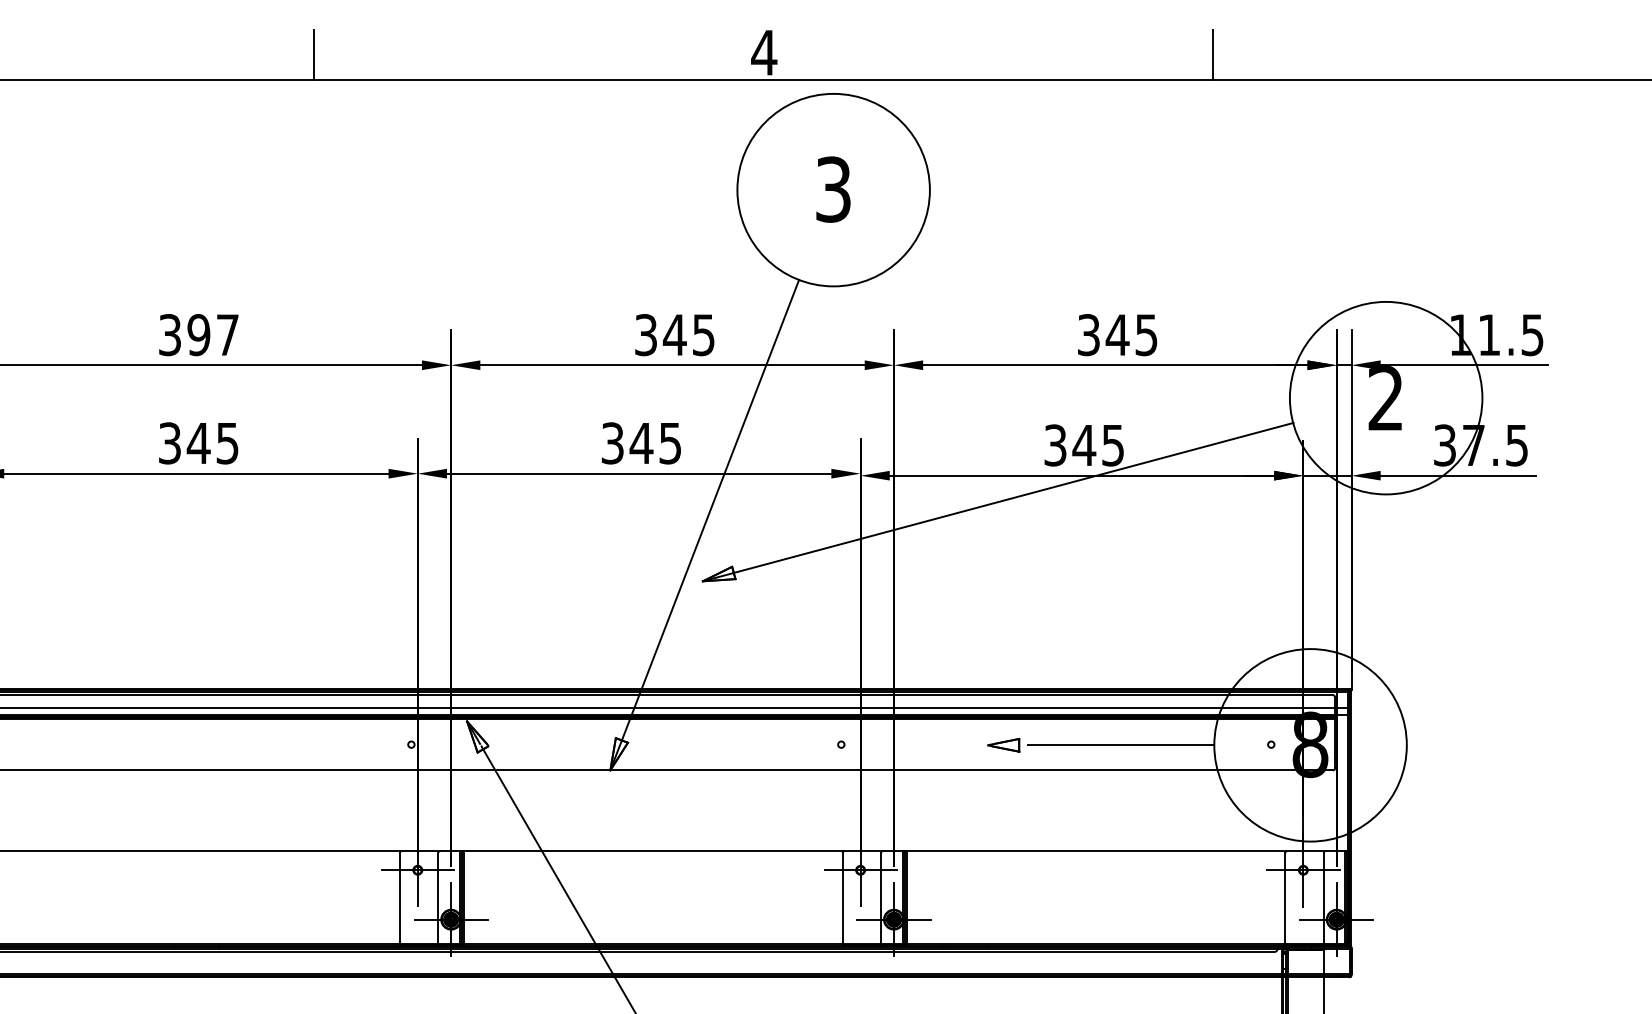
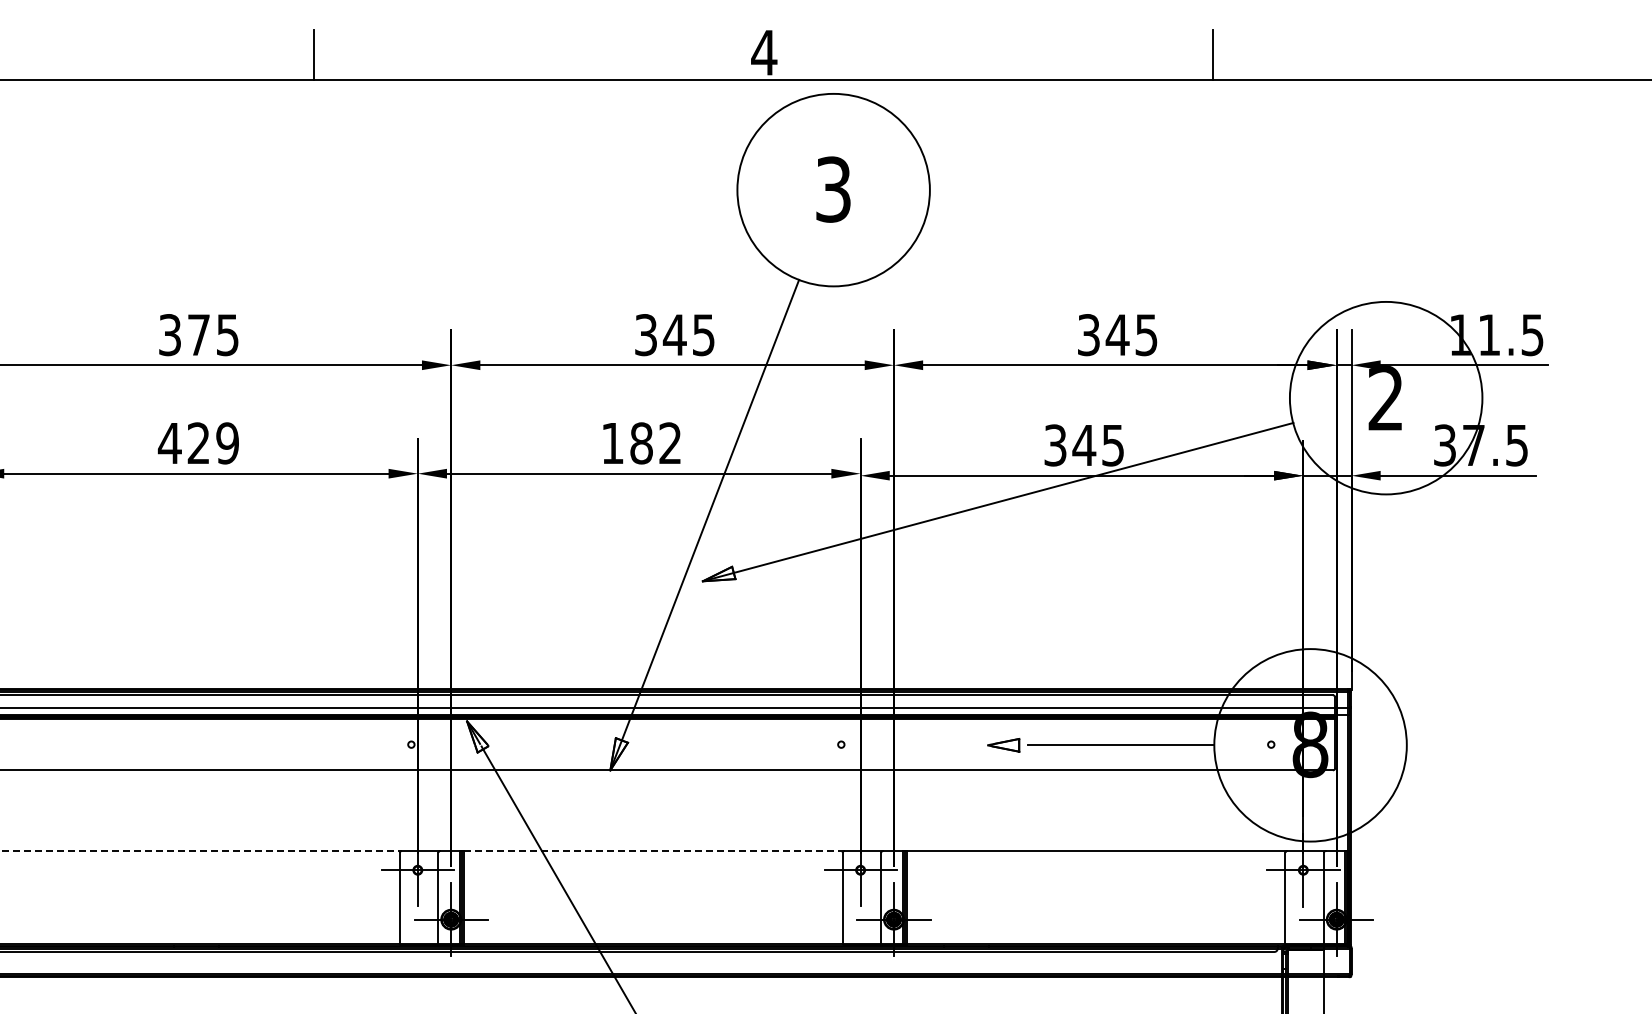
text at (212, 335): 397 -> 375
text at (197, 443): 345 -> 429
text at (640, 443): 345 -> 182
line at (200, 851): solid -> dashed
line at (654, 851): solid -> dashed
